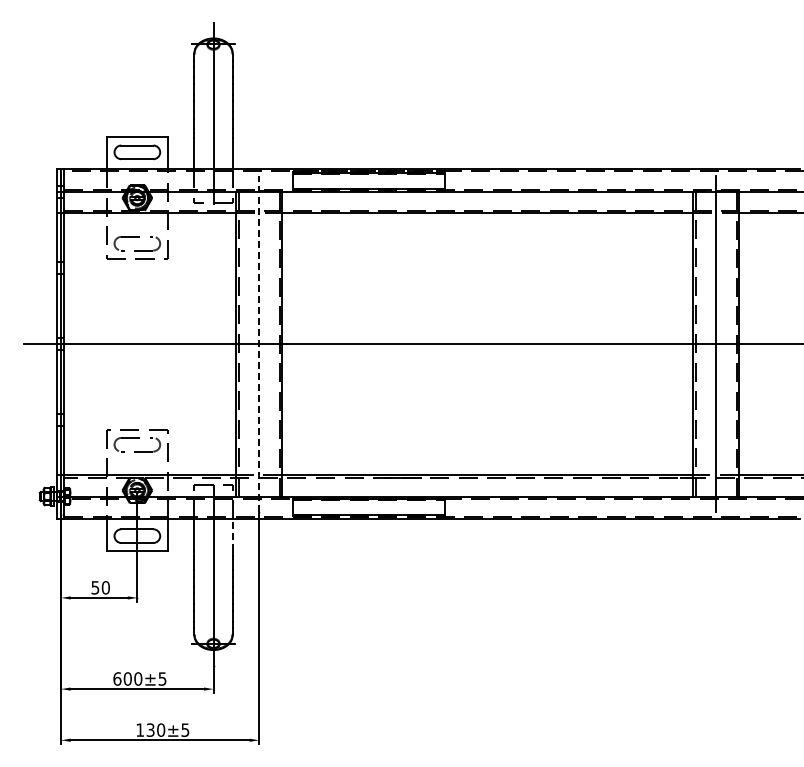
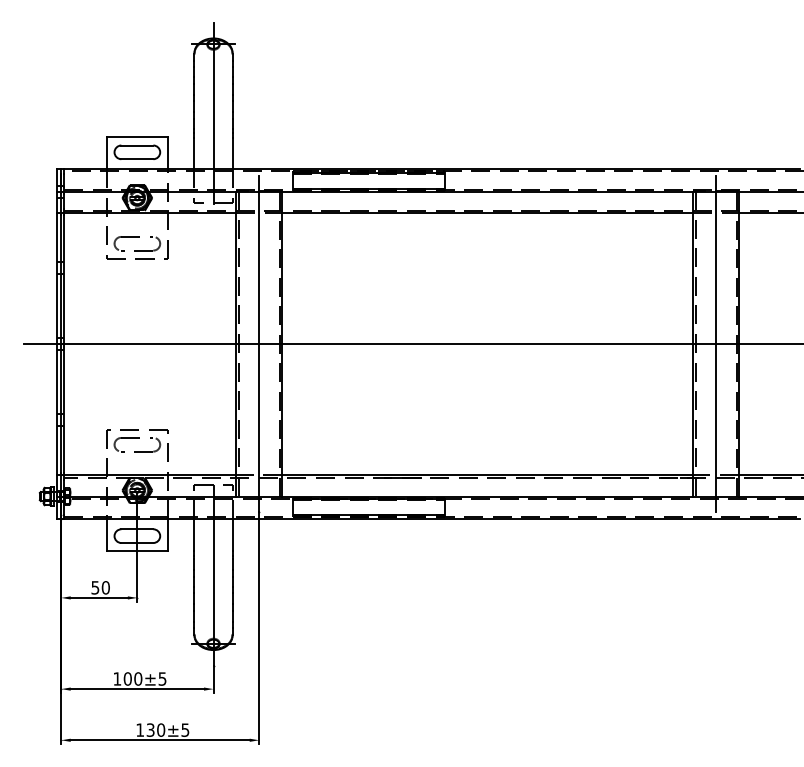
line at (259, 343): dashed -> solid
line at (232, 534): dashed -> solid
text at (117, 678): 600 -> 100
